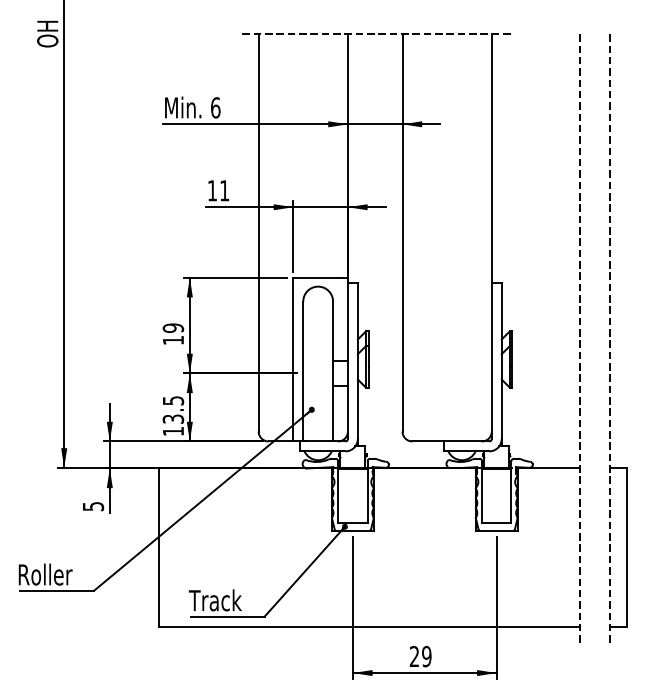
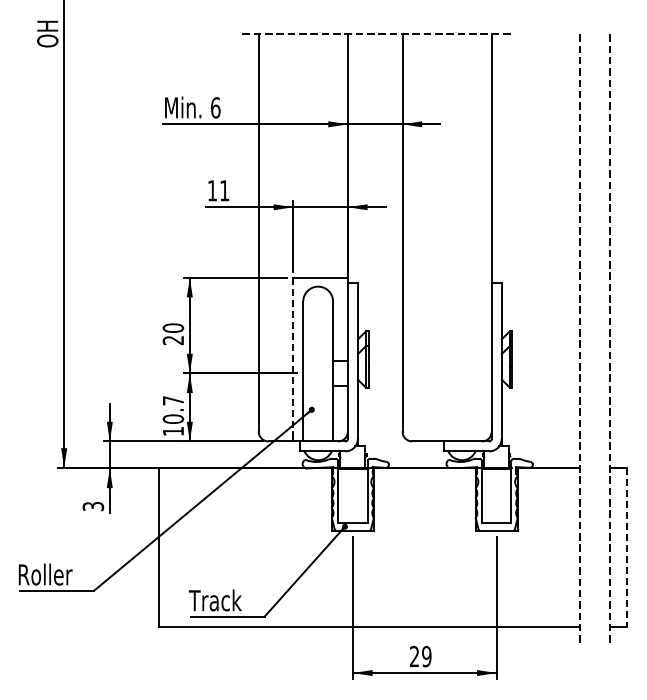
text at (173, 334): 19 -> 20
line at (293, 354): solid -> dashed
text at (173, 409): 13.5 -> 10.7
text at (92, 506): 5 -> 3
line at (627, 547): solid -> dashed
